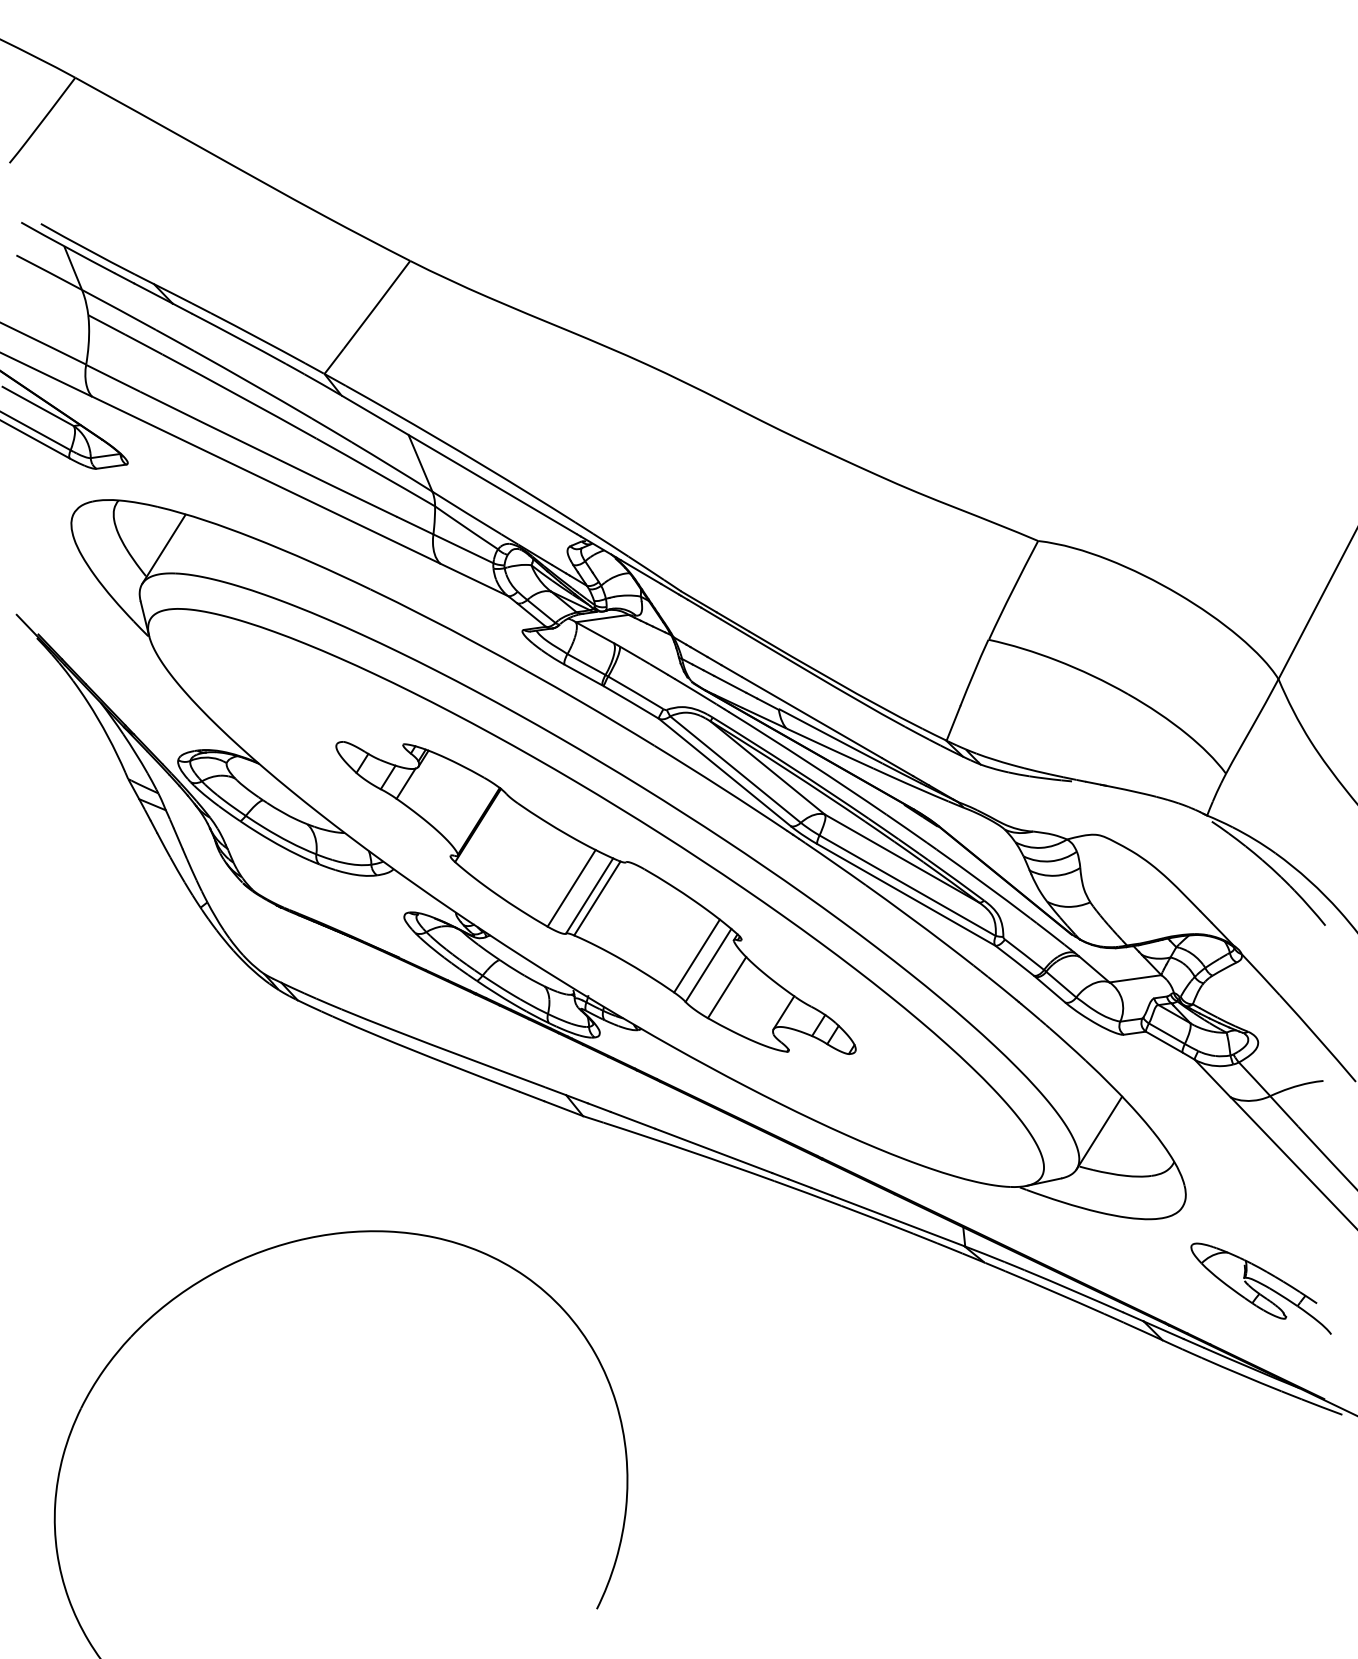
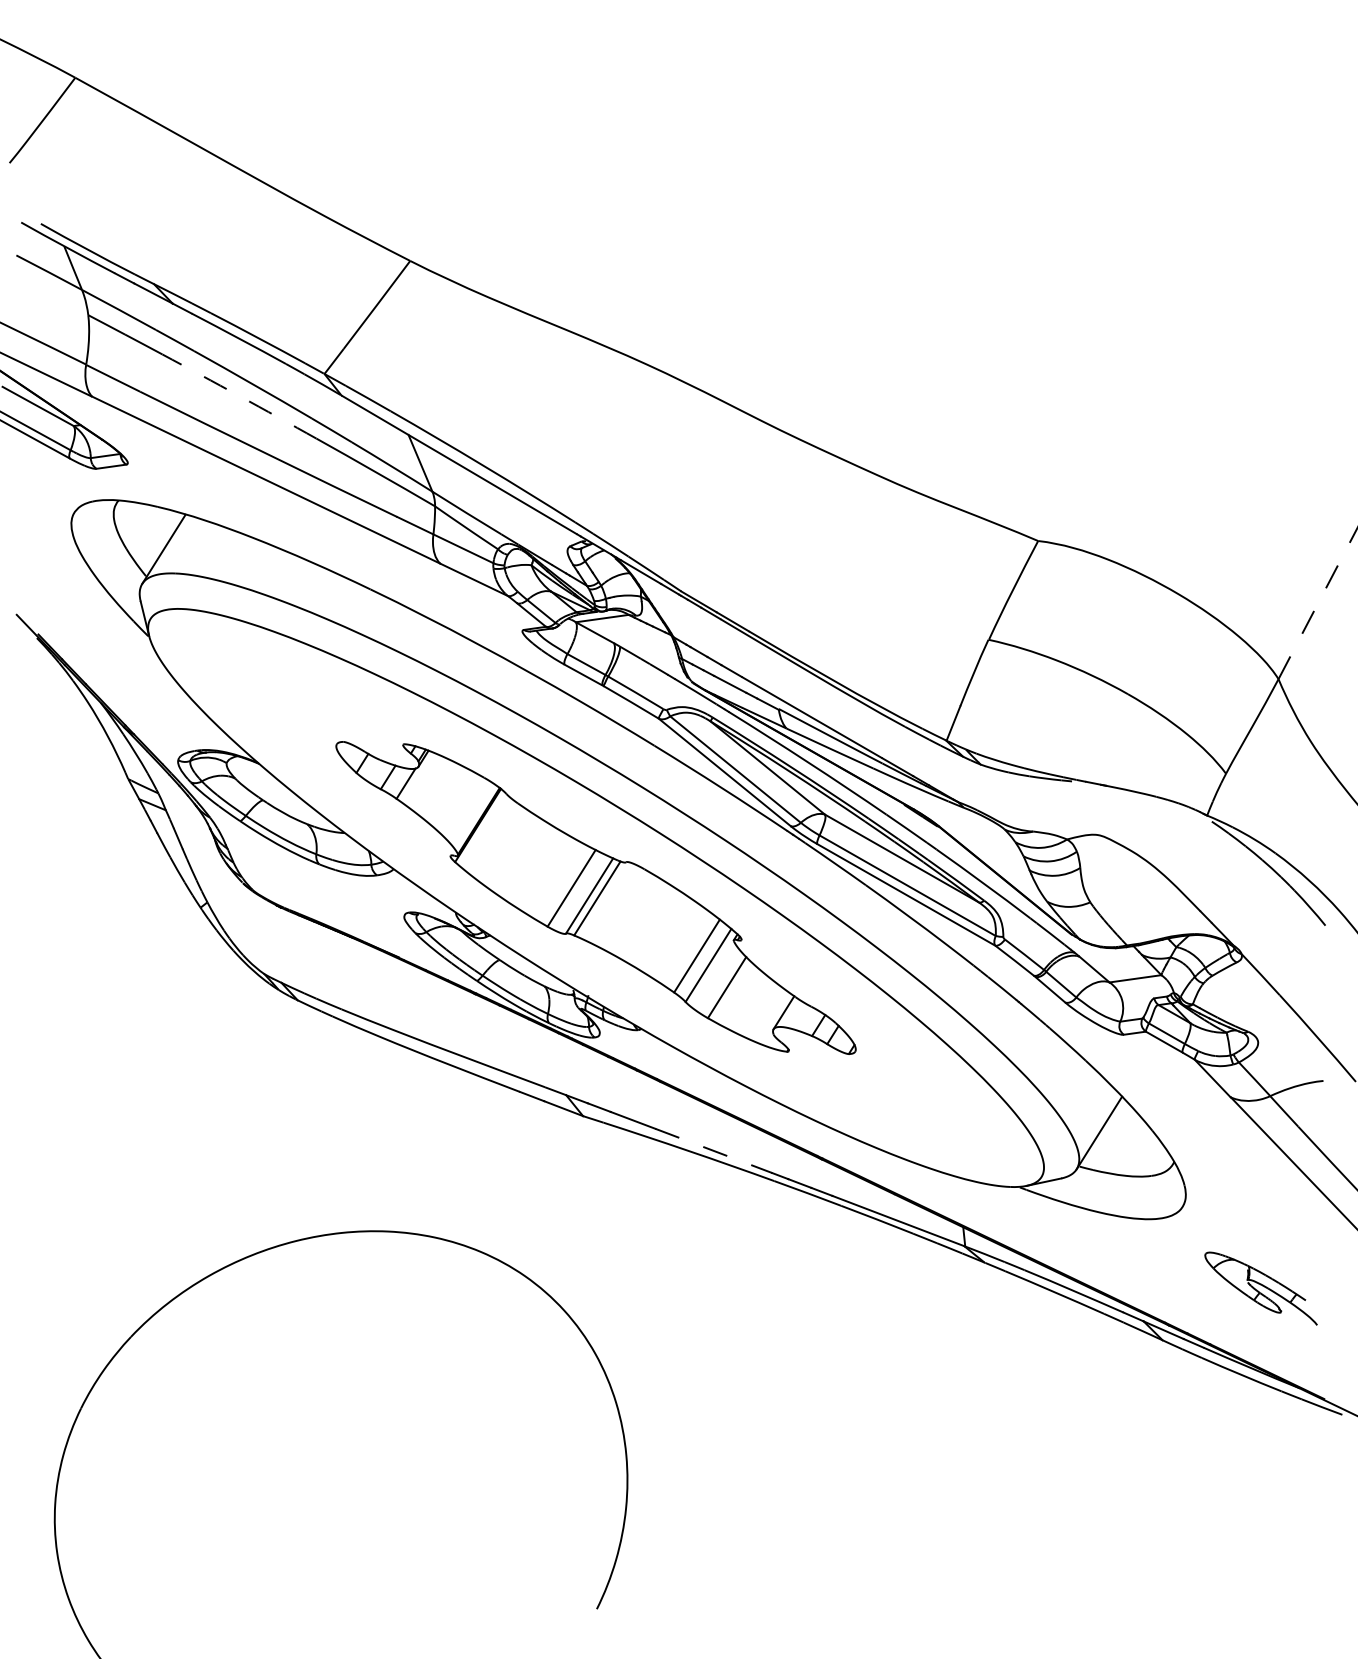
arc at (239, 396): solid -> dashed
line at (1318, 603): solid -> dashed
line at (714, 1151): solid -> dashed
part at (1260, 1288) size: 142x93 px -> 114x75 px
